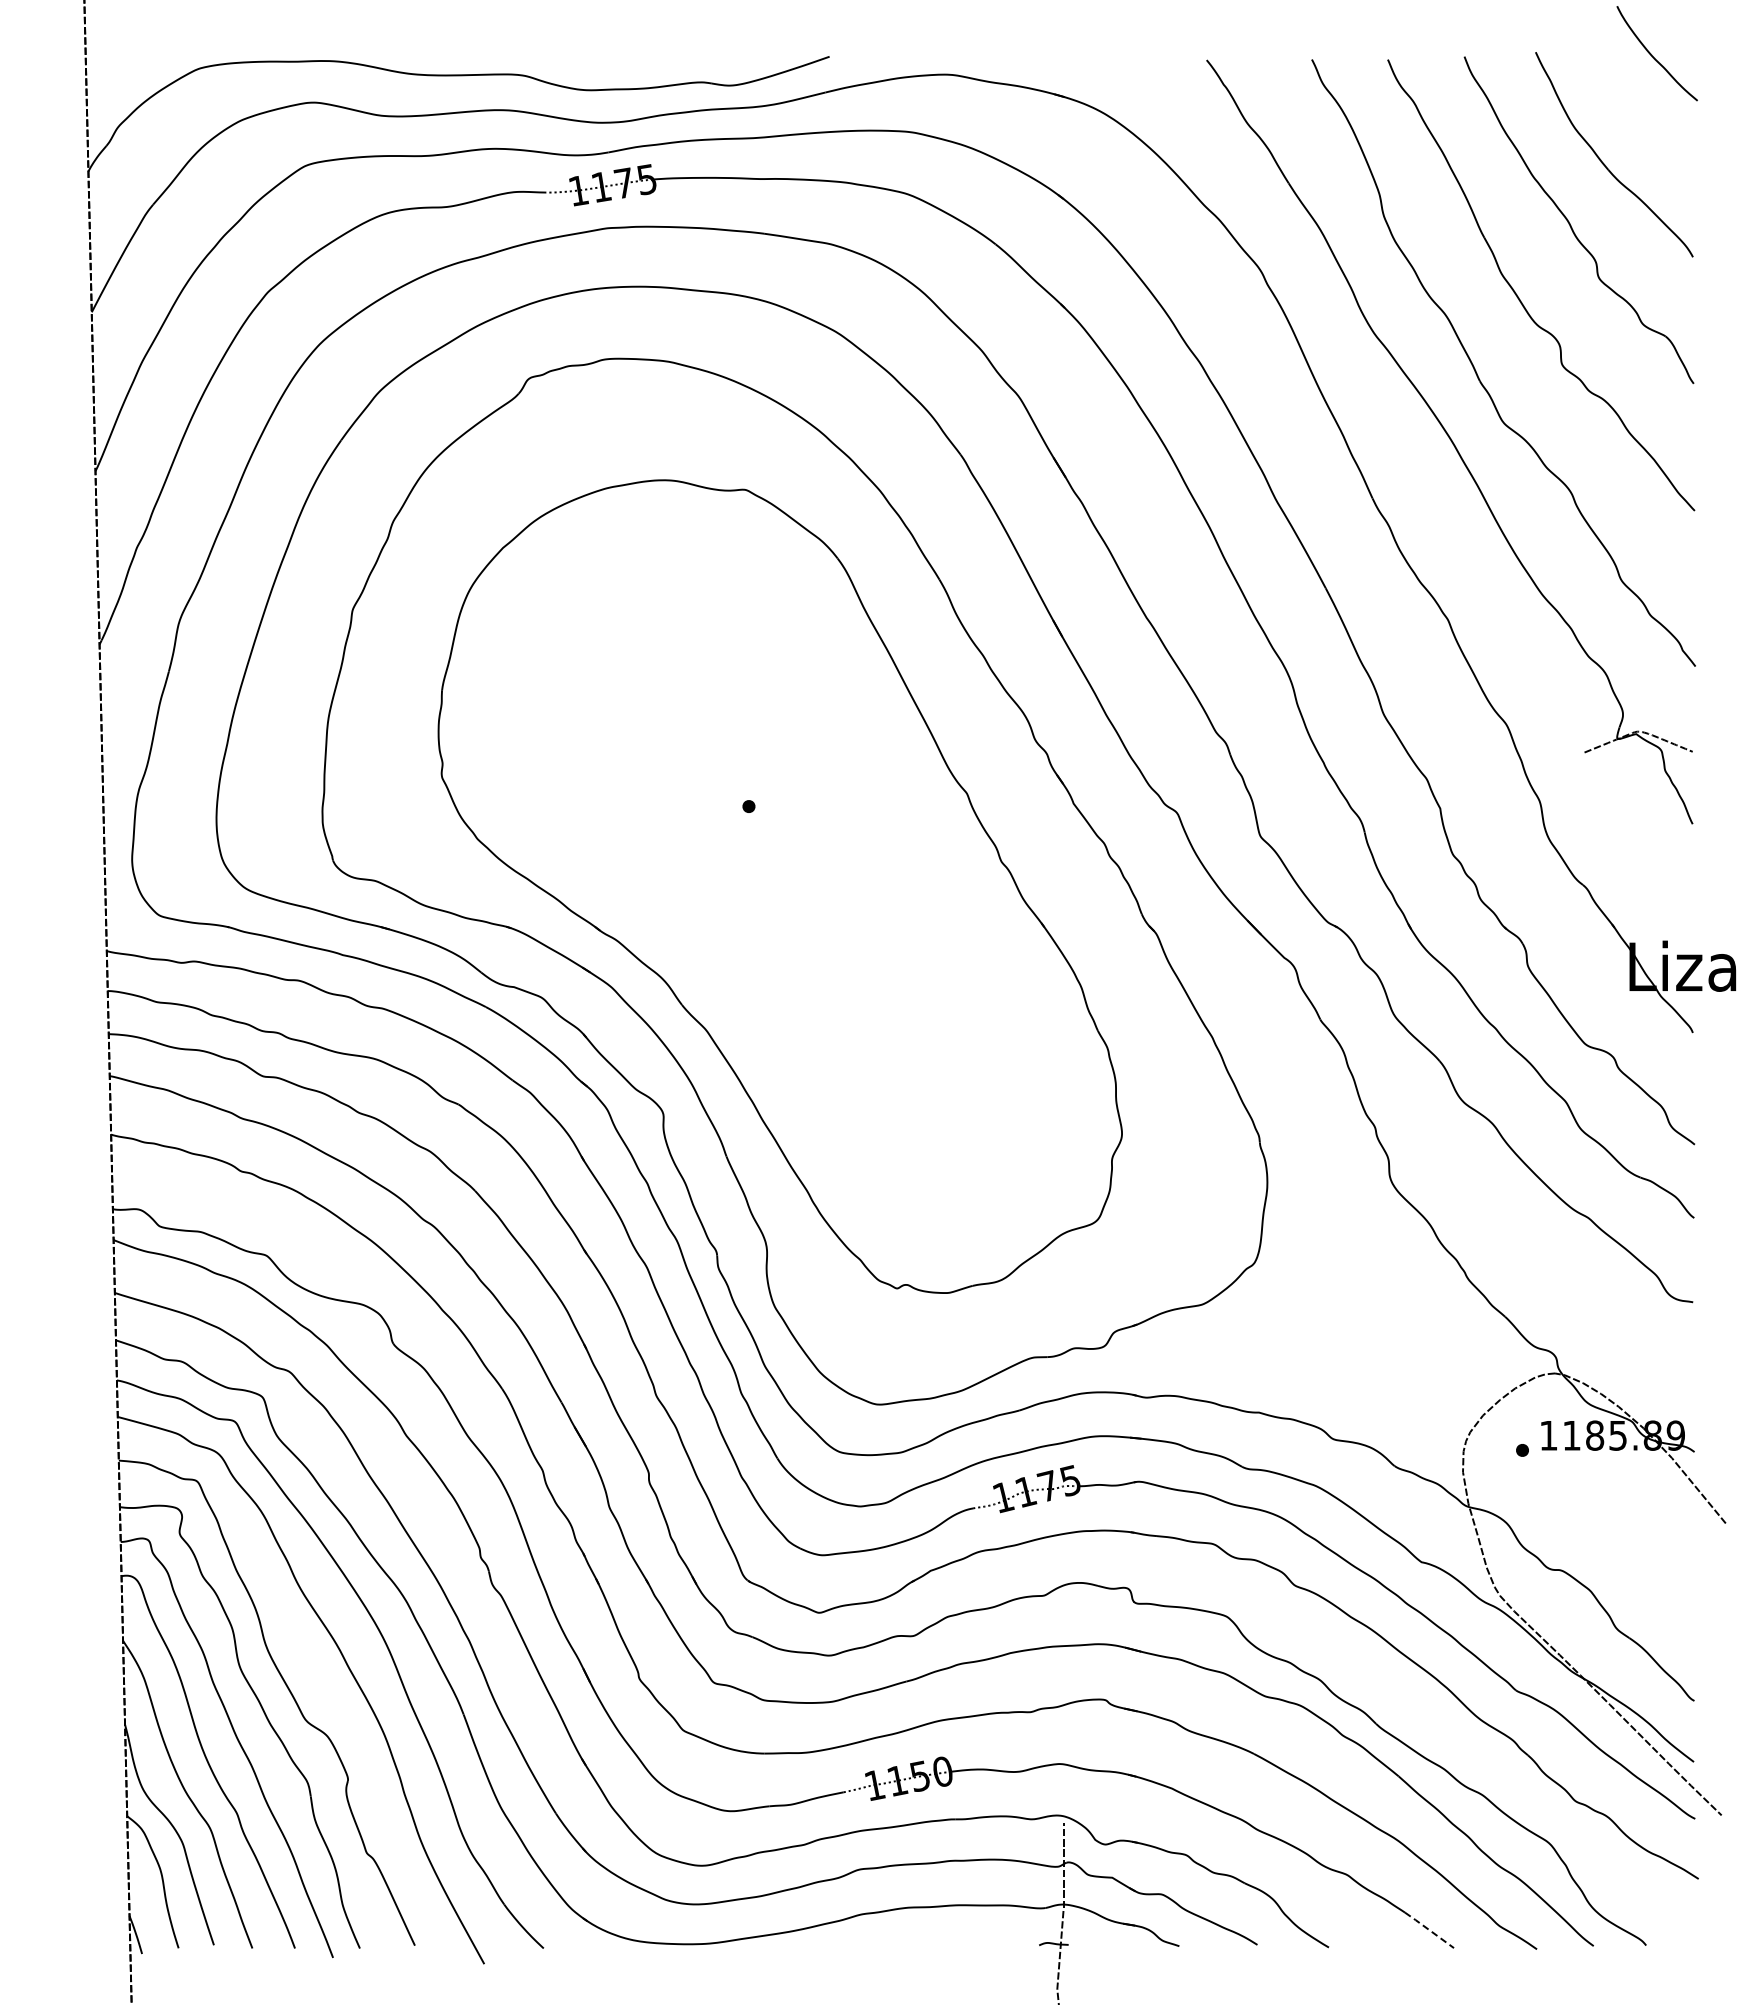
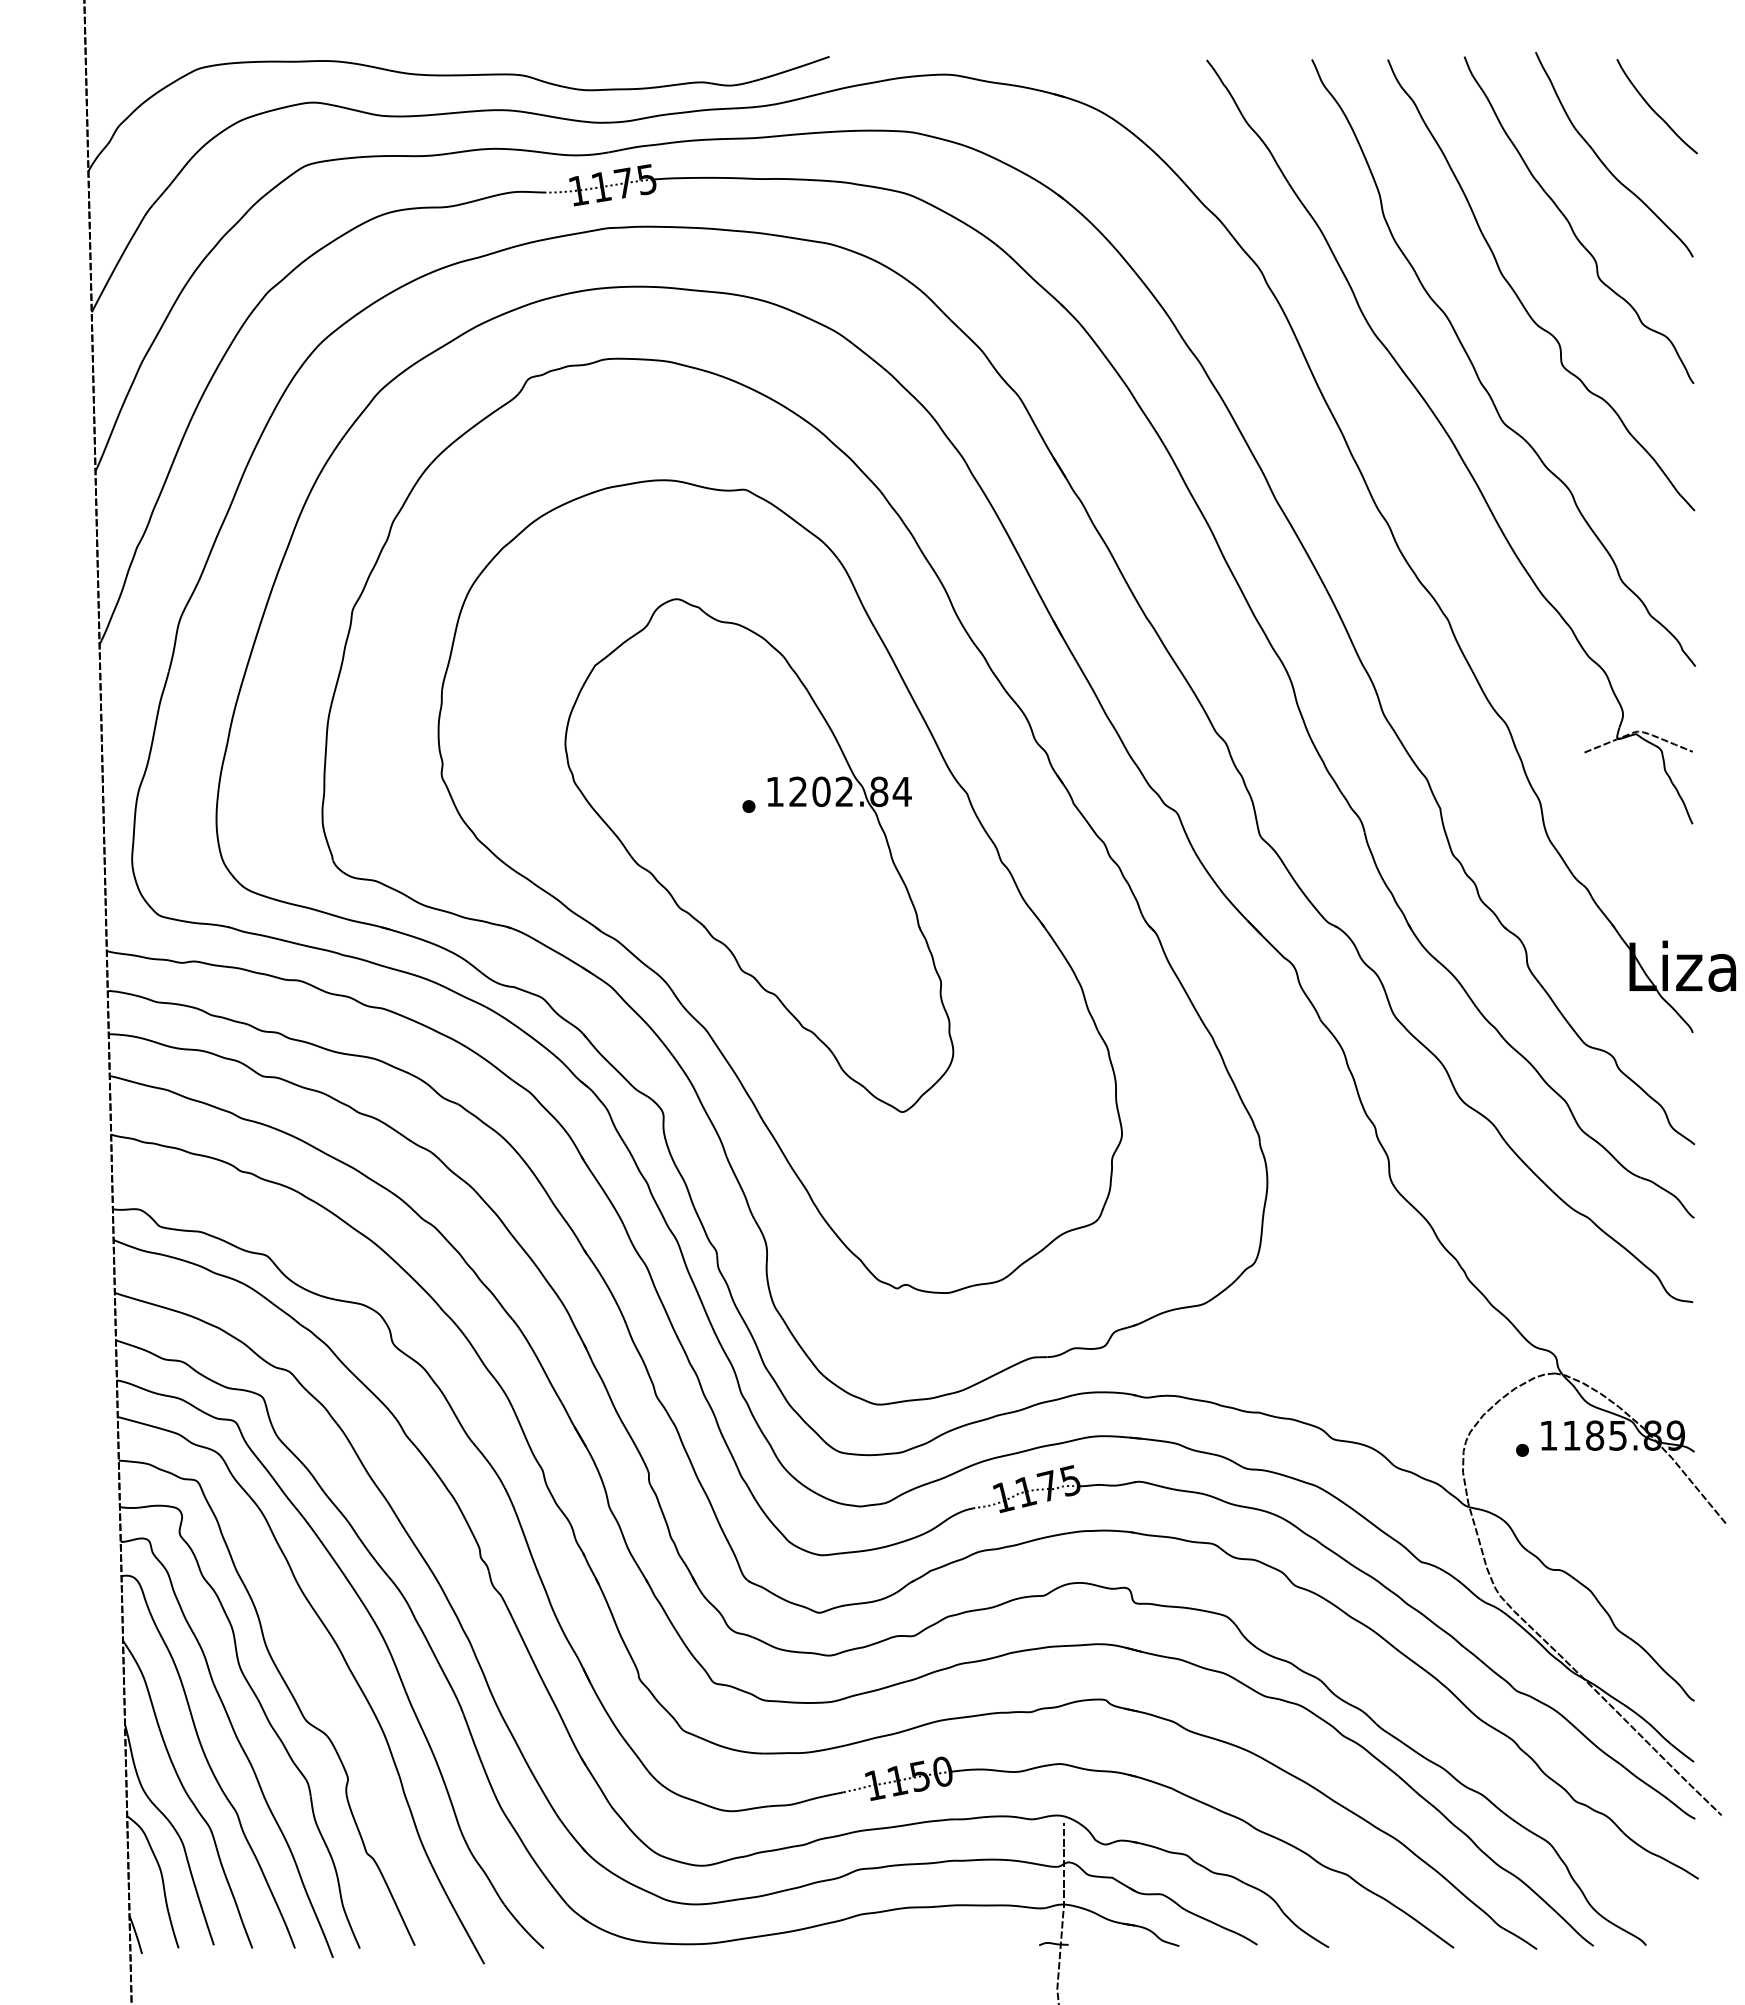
curve at (1653, 56) position: (1653, 56) -> (1653, 109)
part at (759, 855): none -> present
line at (1429, 1930): dashed -> solid
